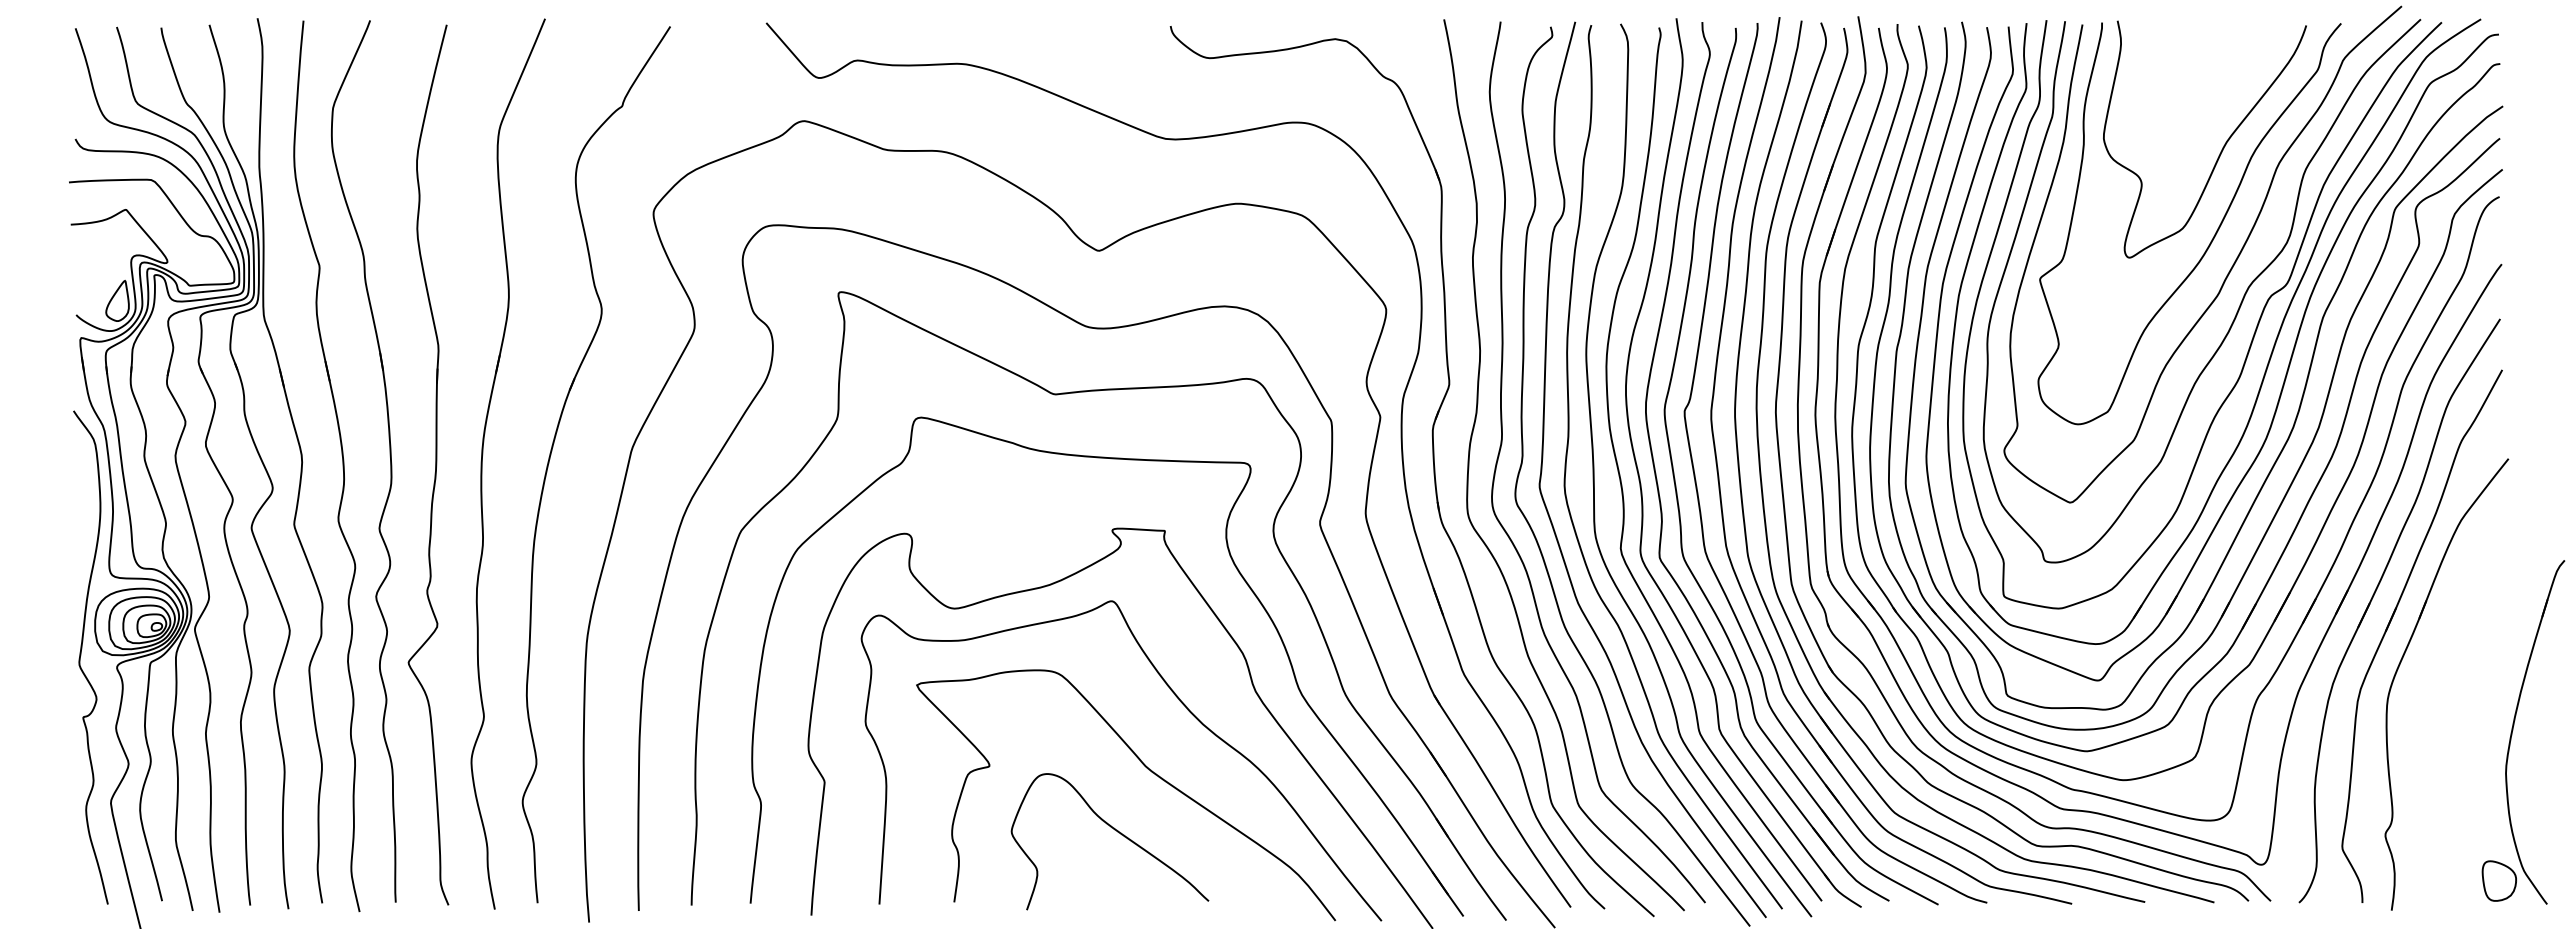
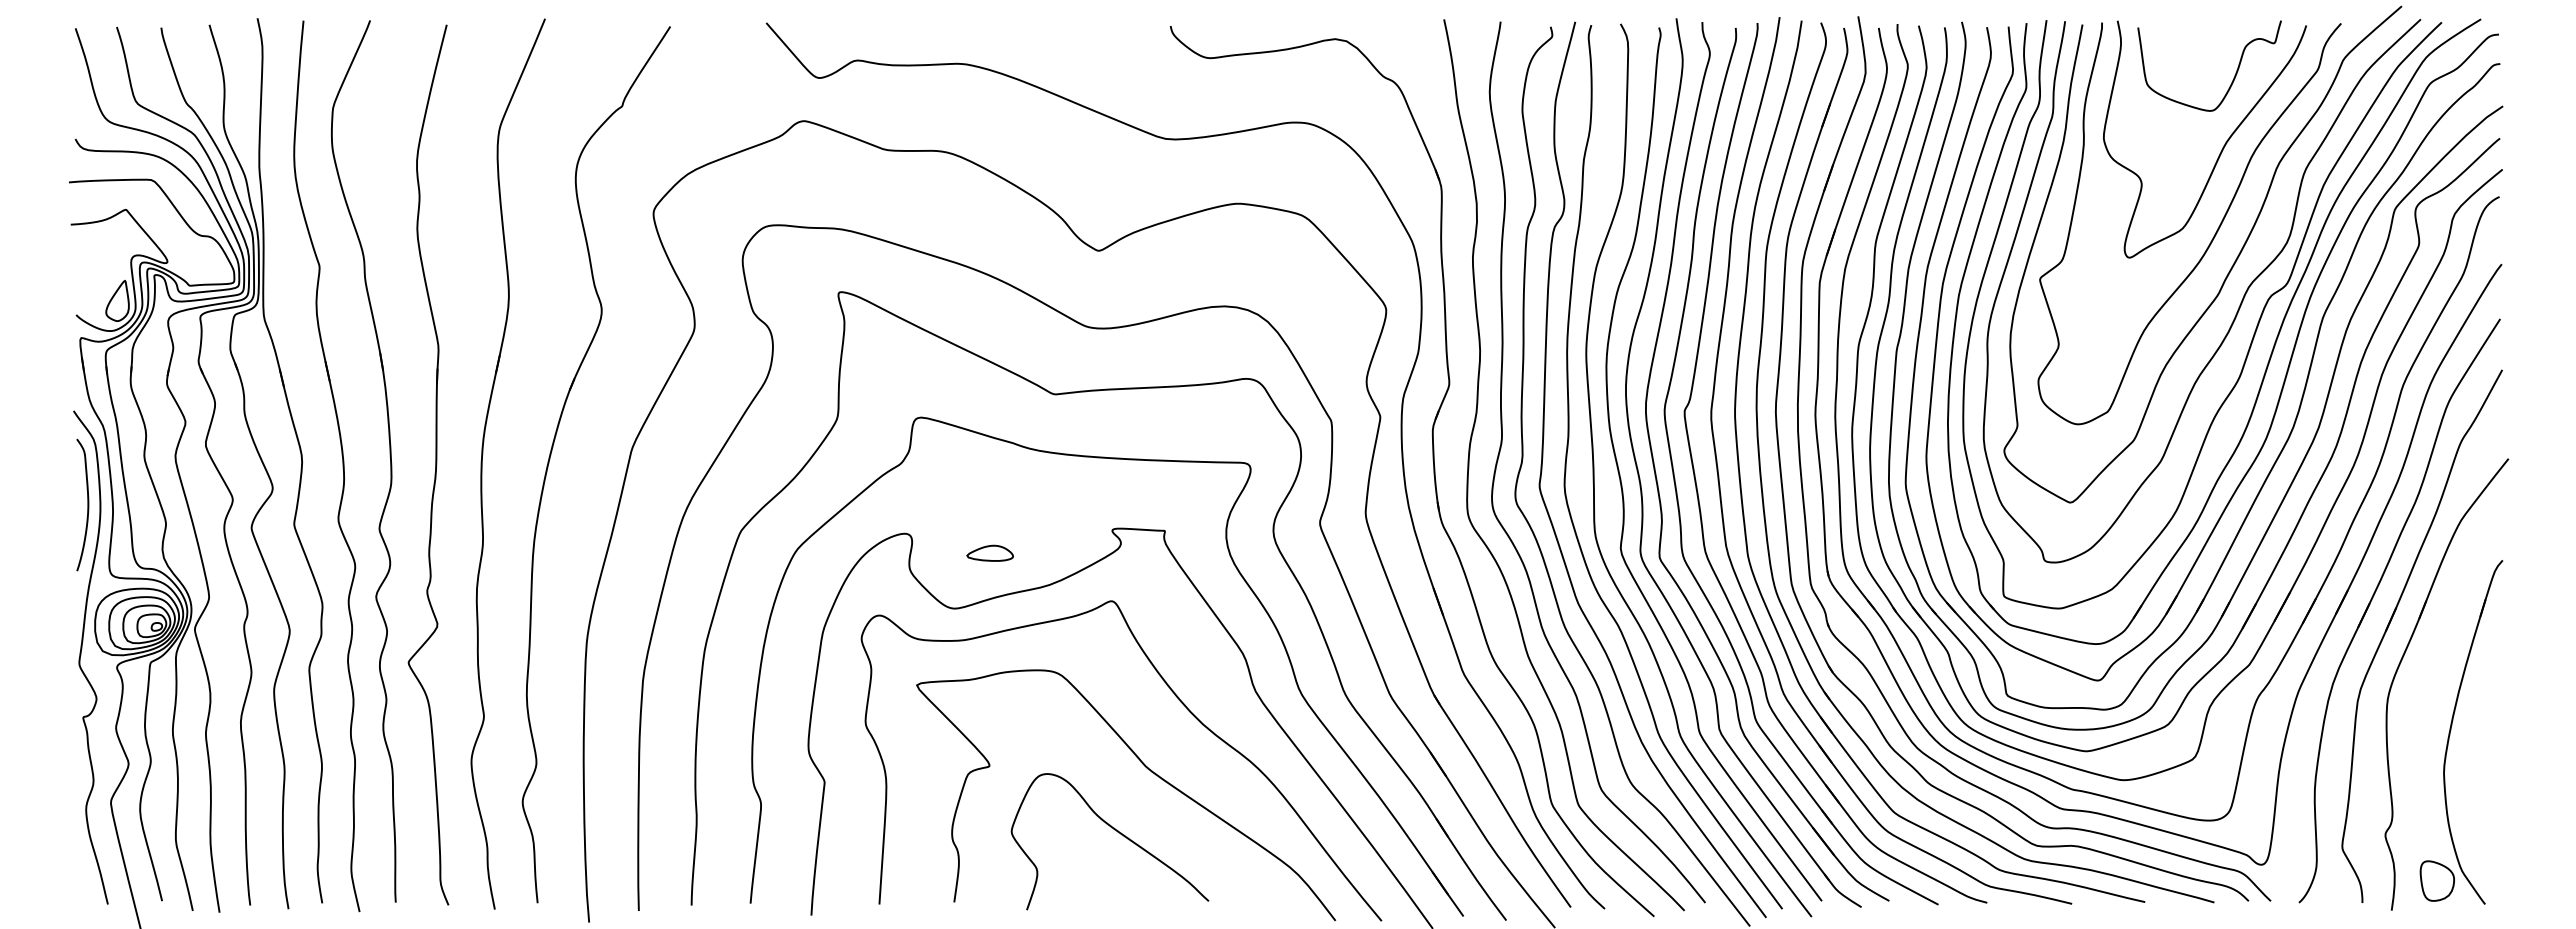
curve at (2233, 77): none -> present
curve at (87, 504): none -> present
part at (989, 552): none -> present
part at (2513, 730) position: (2513, 730) -> (2451, 730)
